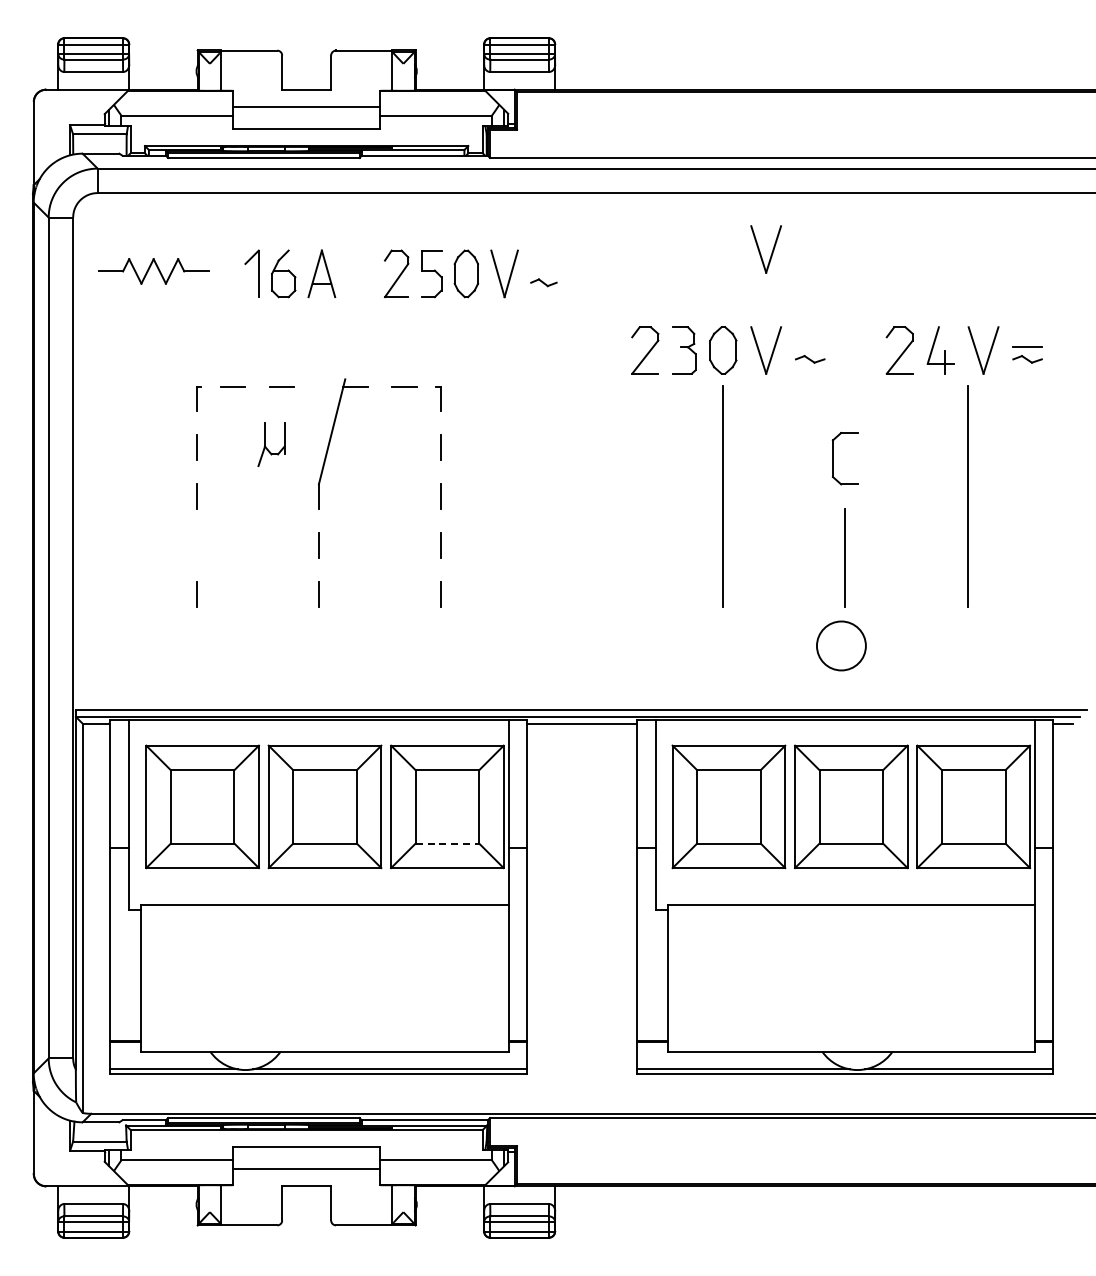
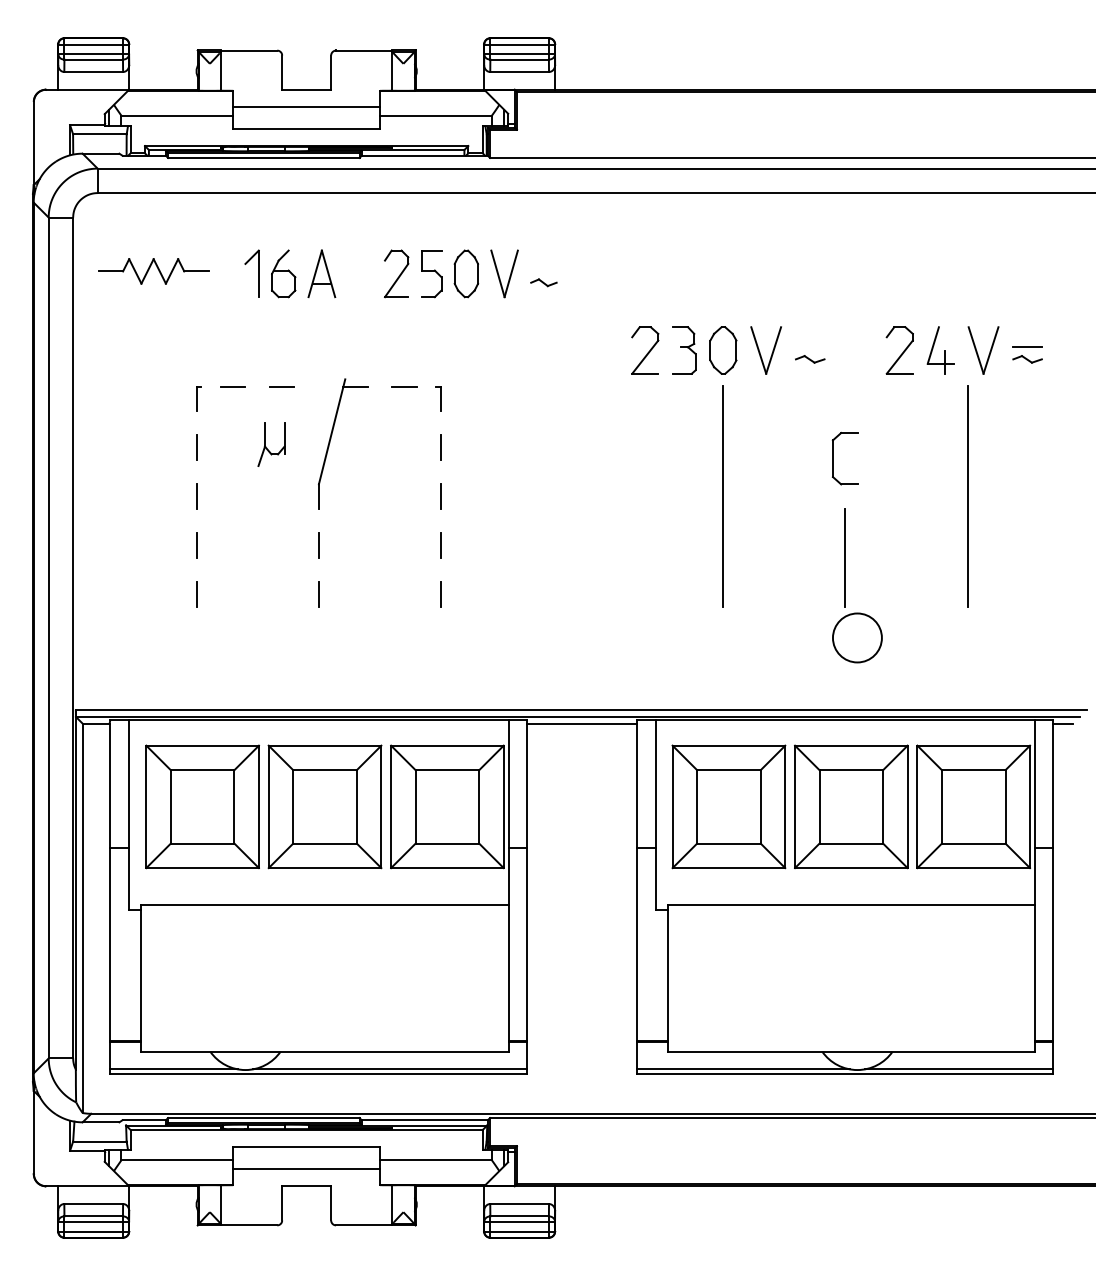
part at (765, 249): present -> none
line at (196, 545): none -> present
circle at (841, 645) position: (841, 645) -> (857, 637)
line at (447, 843): dashed -> solid
